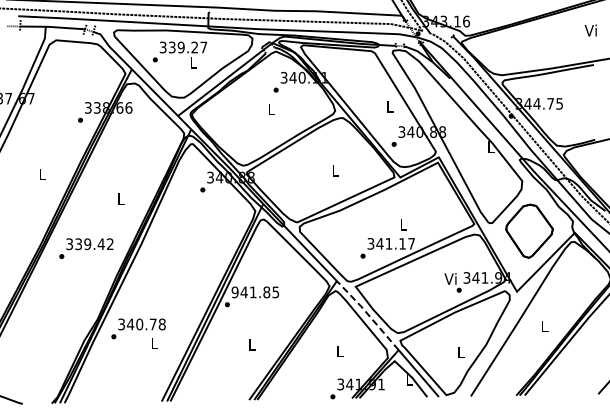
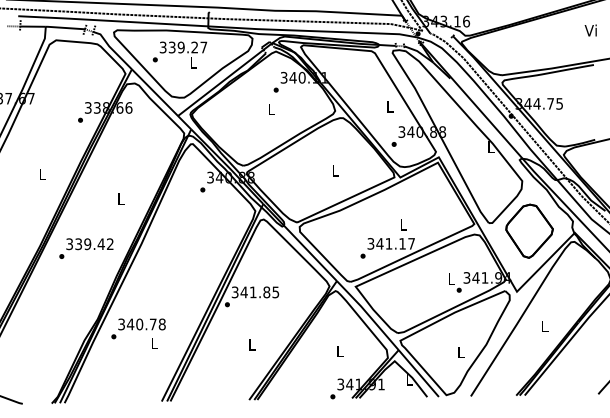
text at (450, 278): Vi -> L
text at (234, 291): 941.85 -> 341.85
line at (368, 314): dashed -> solid
